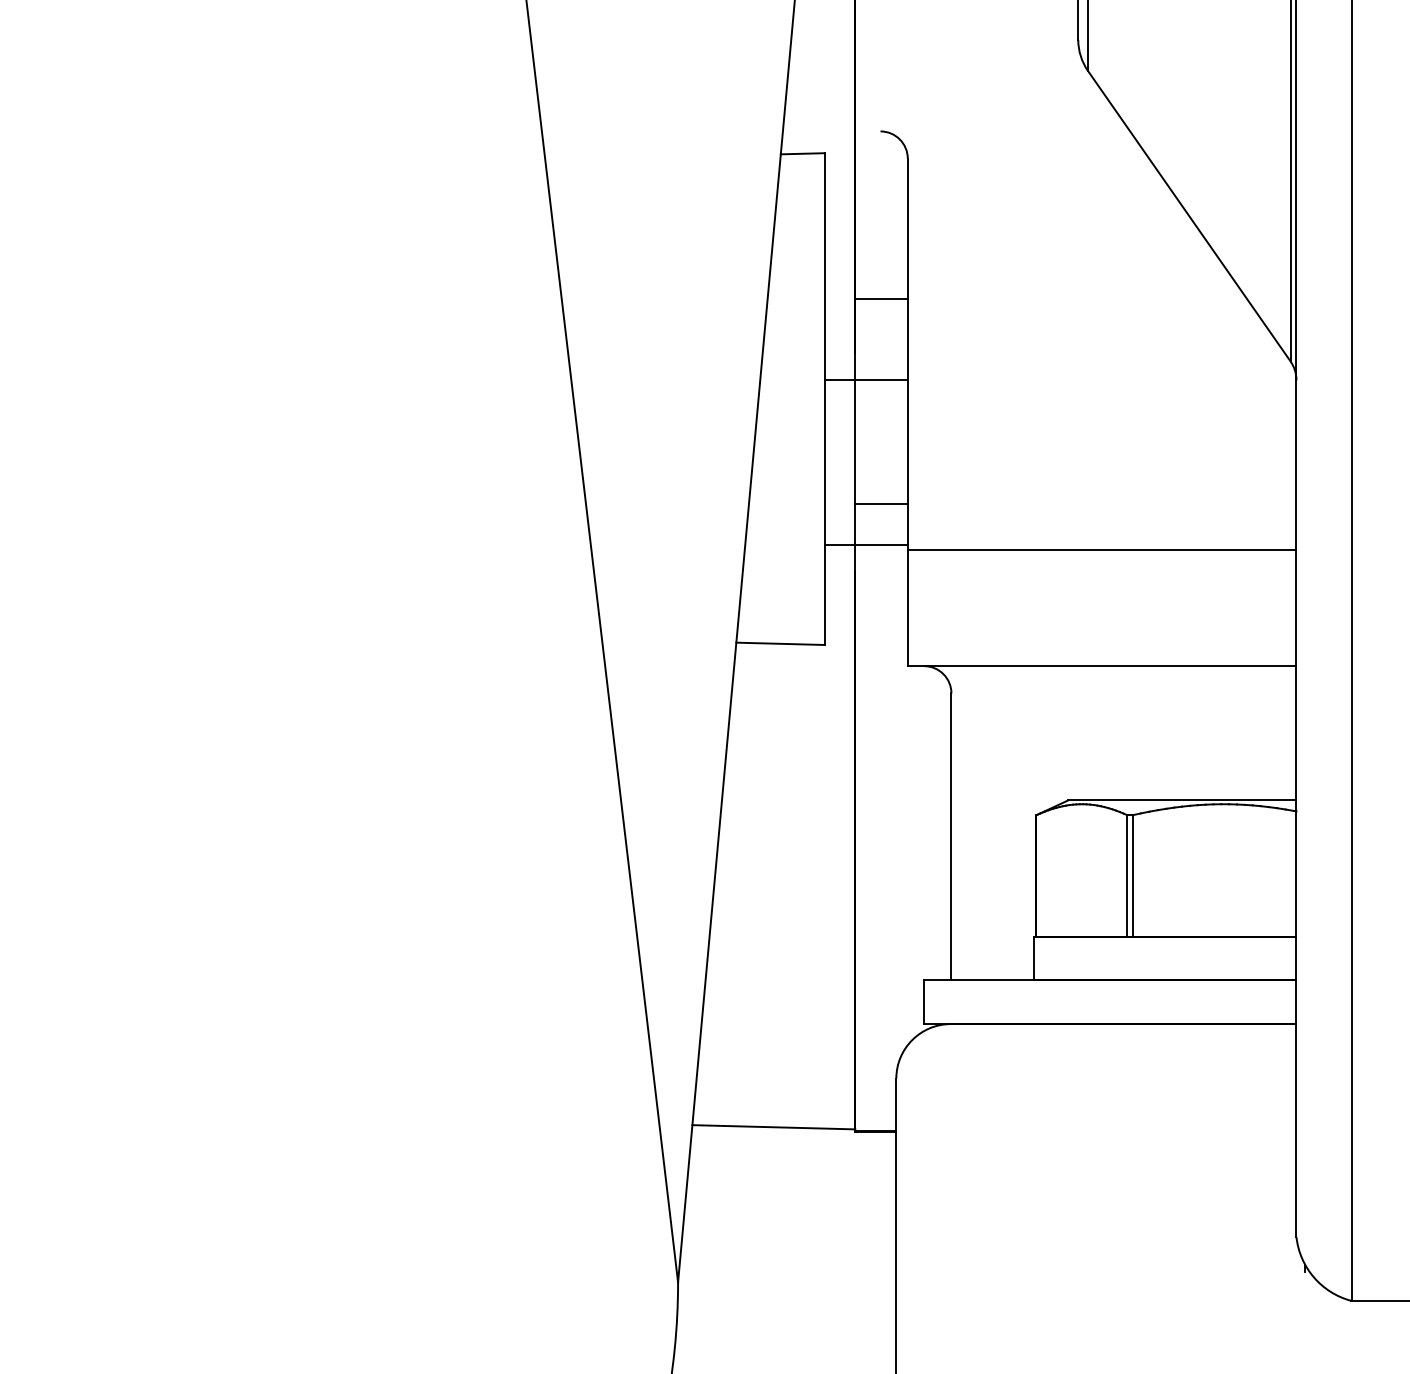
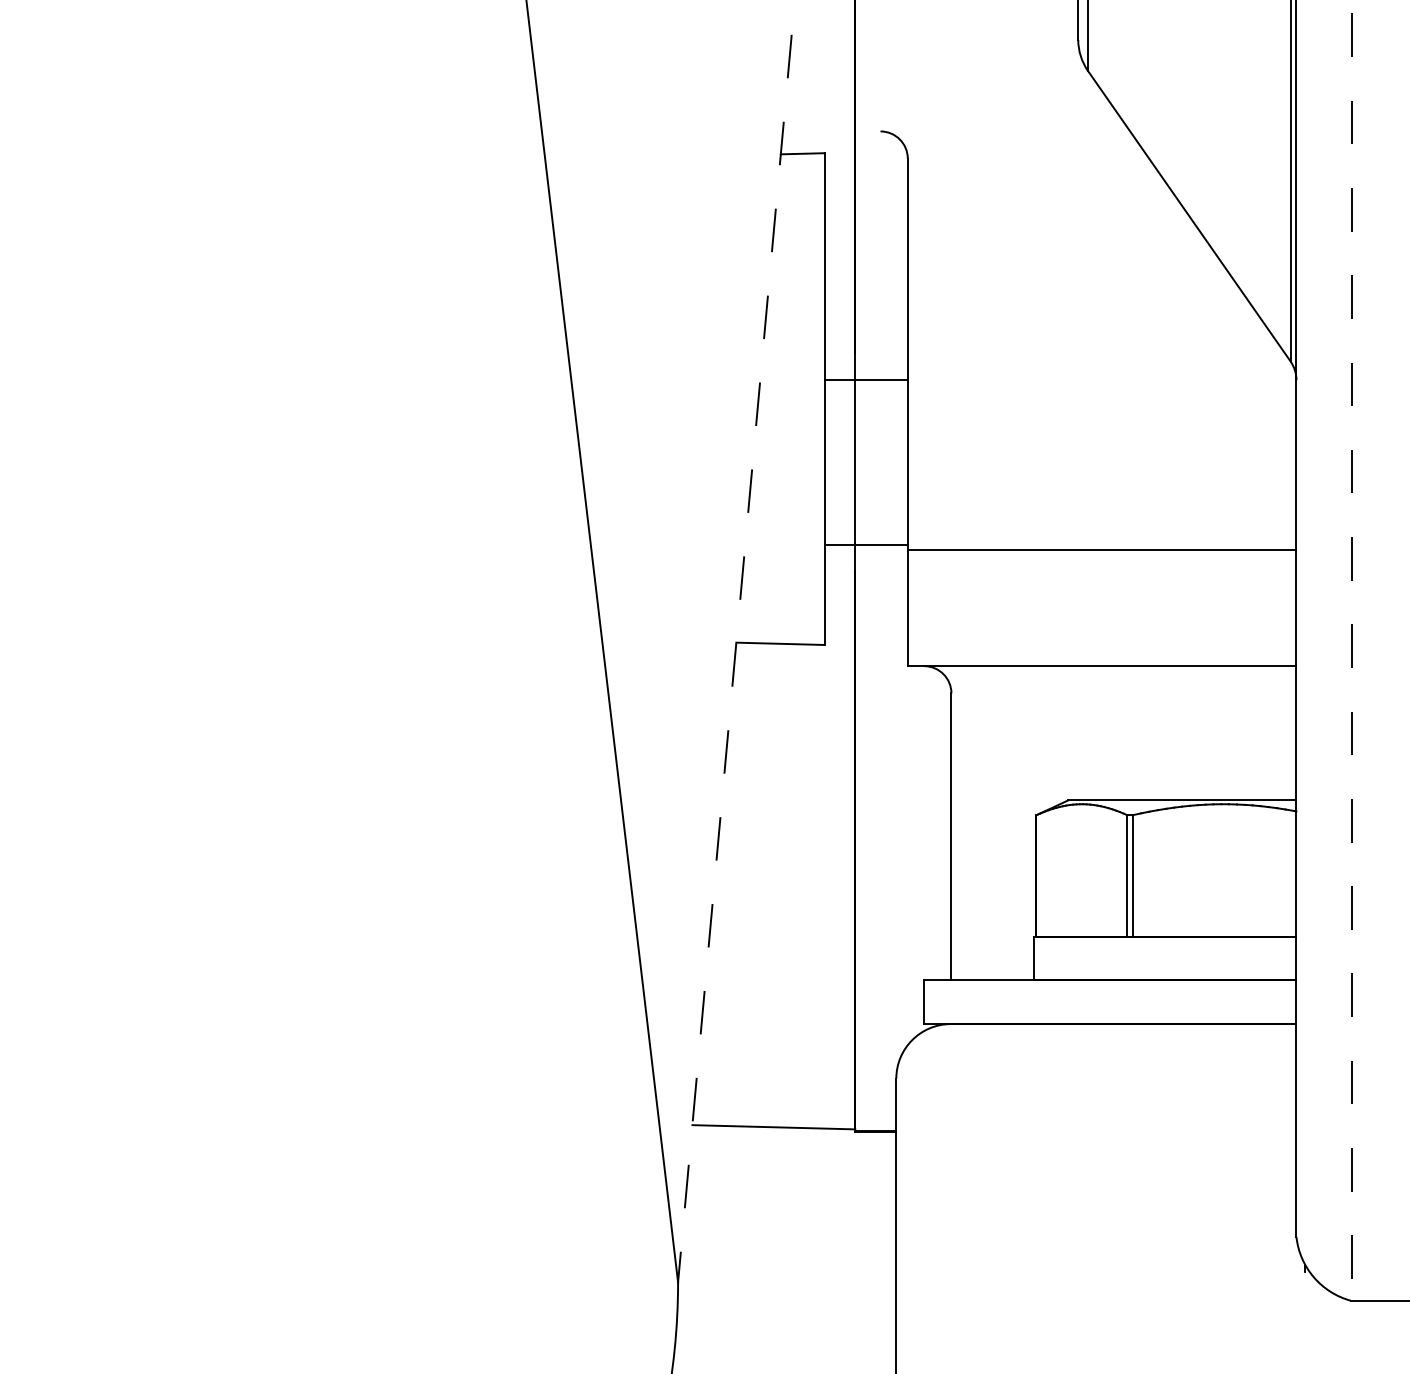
line at (881, 298): present -> none
line at (881, 504): present -> none
line at (736, 641): solid -> dashed
line at (1351, 650): solid -> dashed
